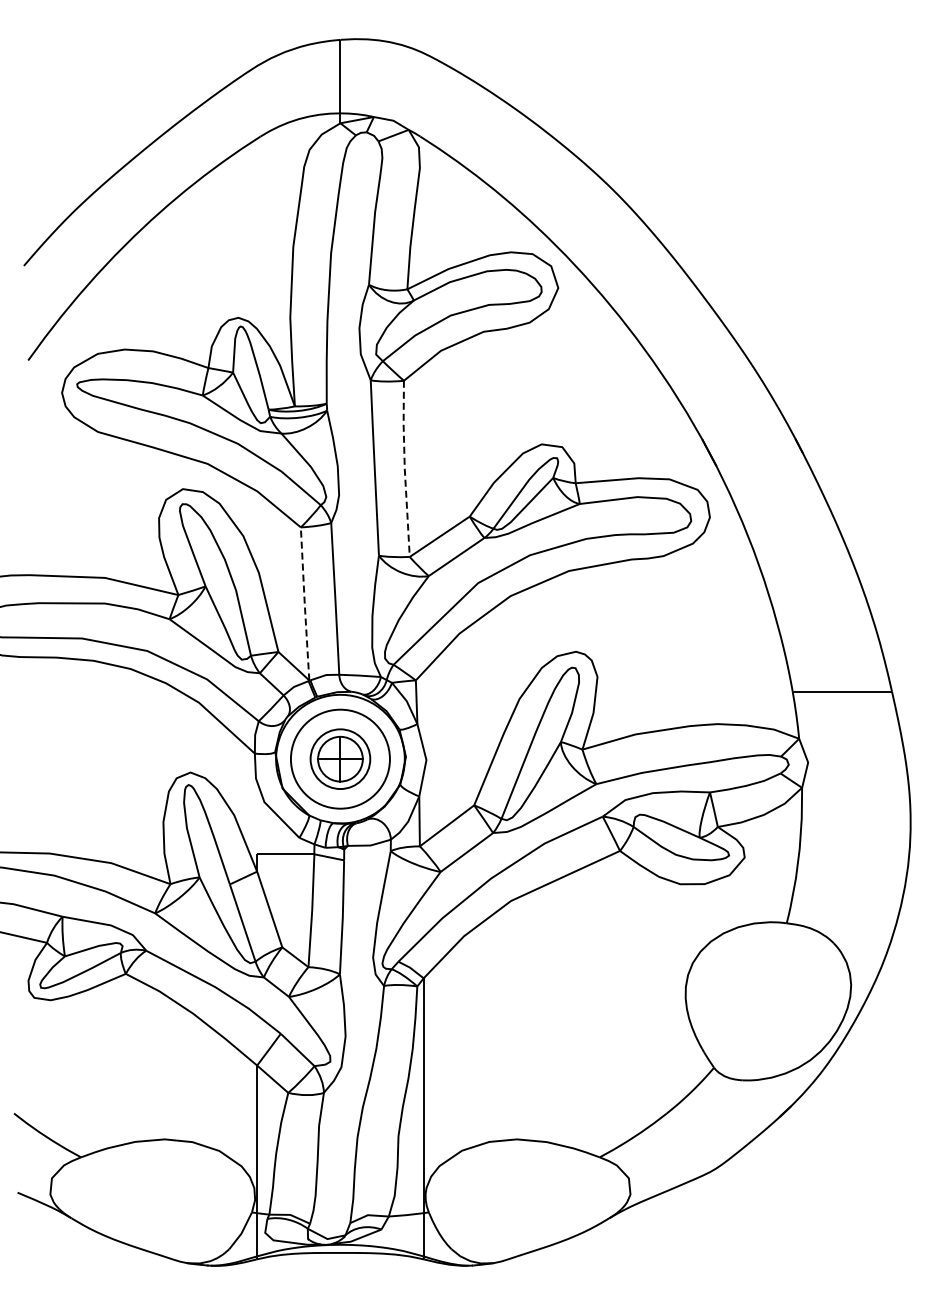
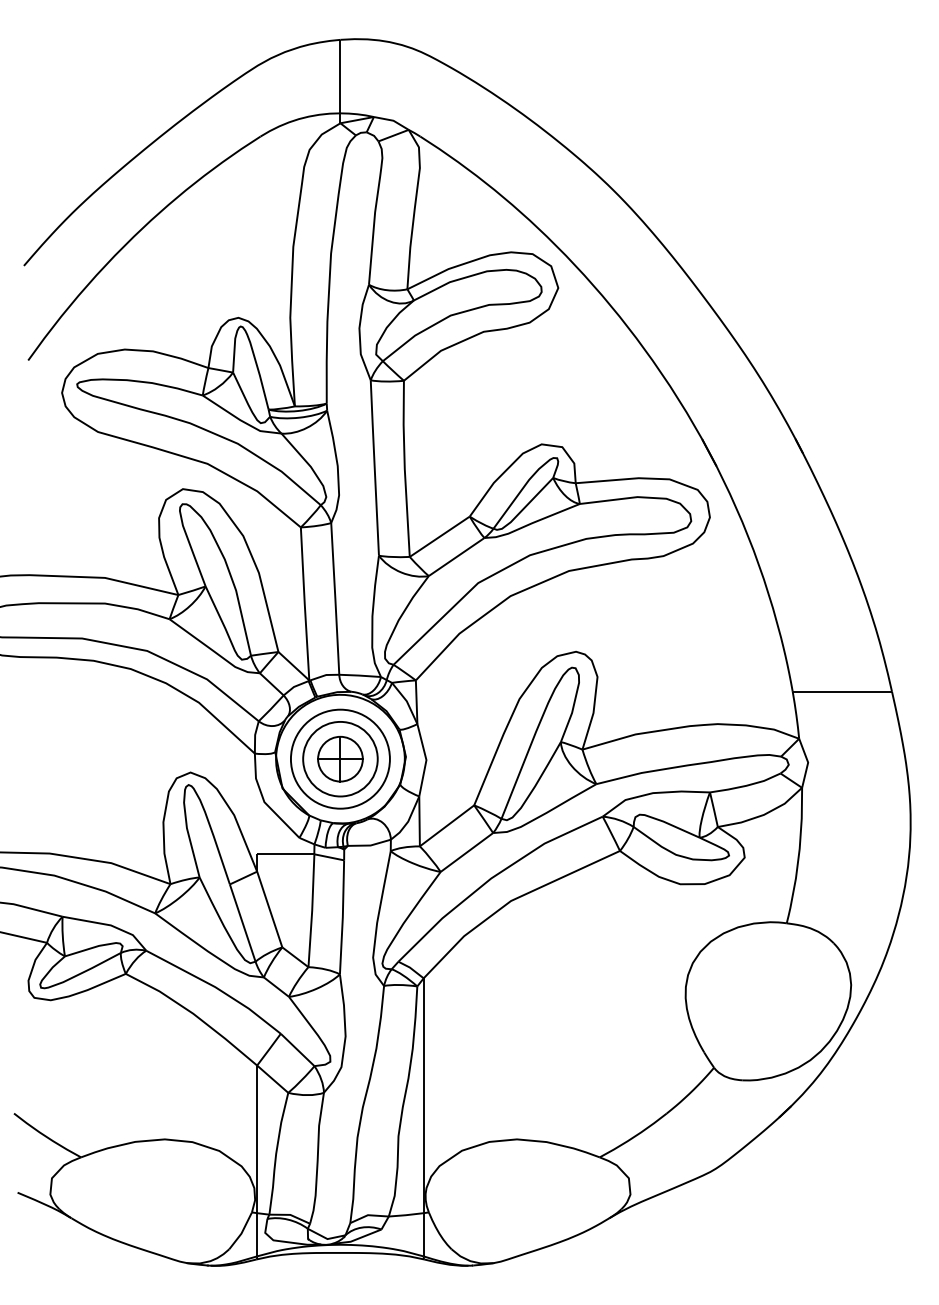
line at (404, 469): dashed -> solid
line at (304, 603): dashed -> solid
circle at (340, 759) diameter: 60 px -> 75 px
